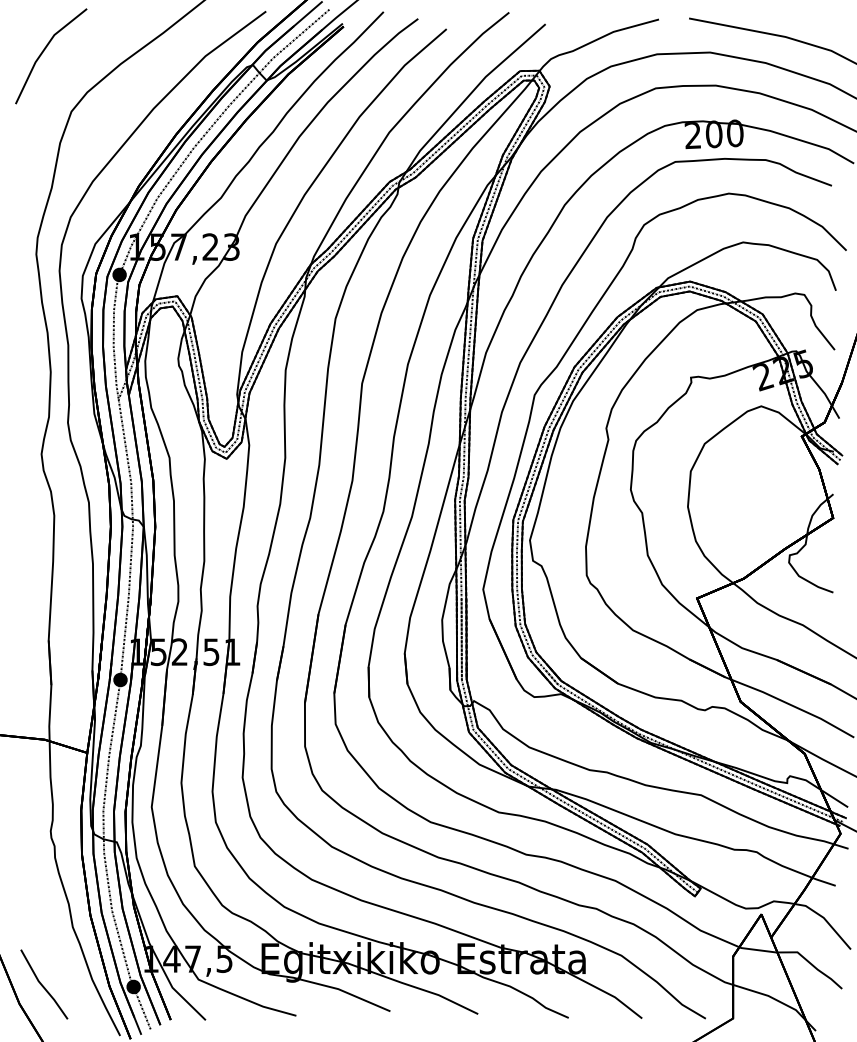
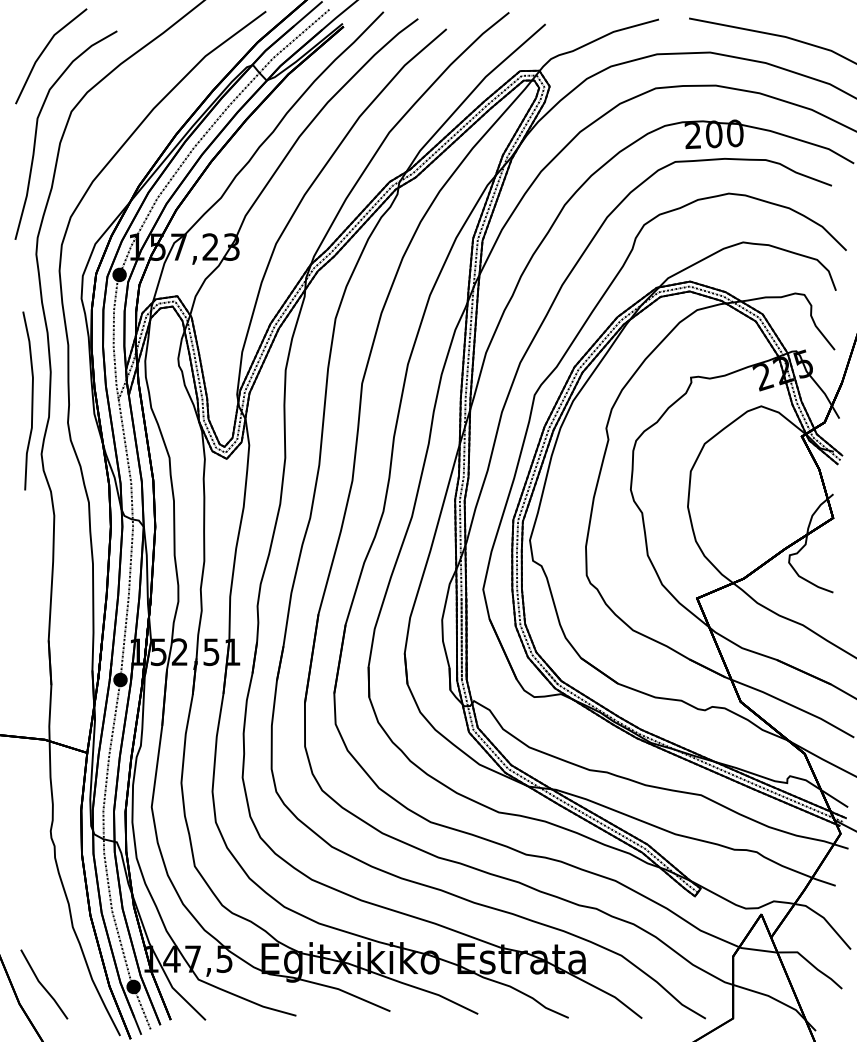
curve at (37, 130): none -> present
curve at (31, 400): none -> present
